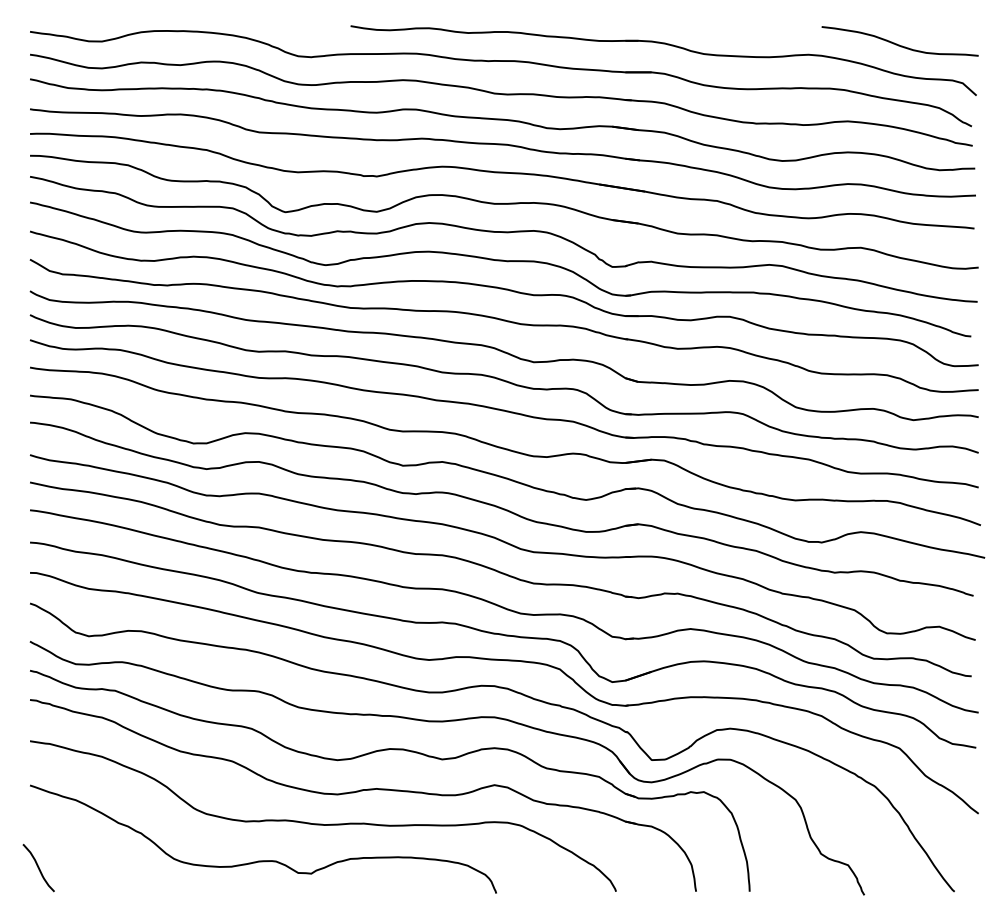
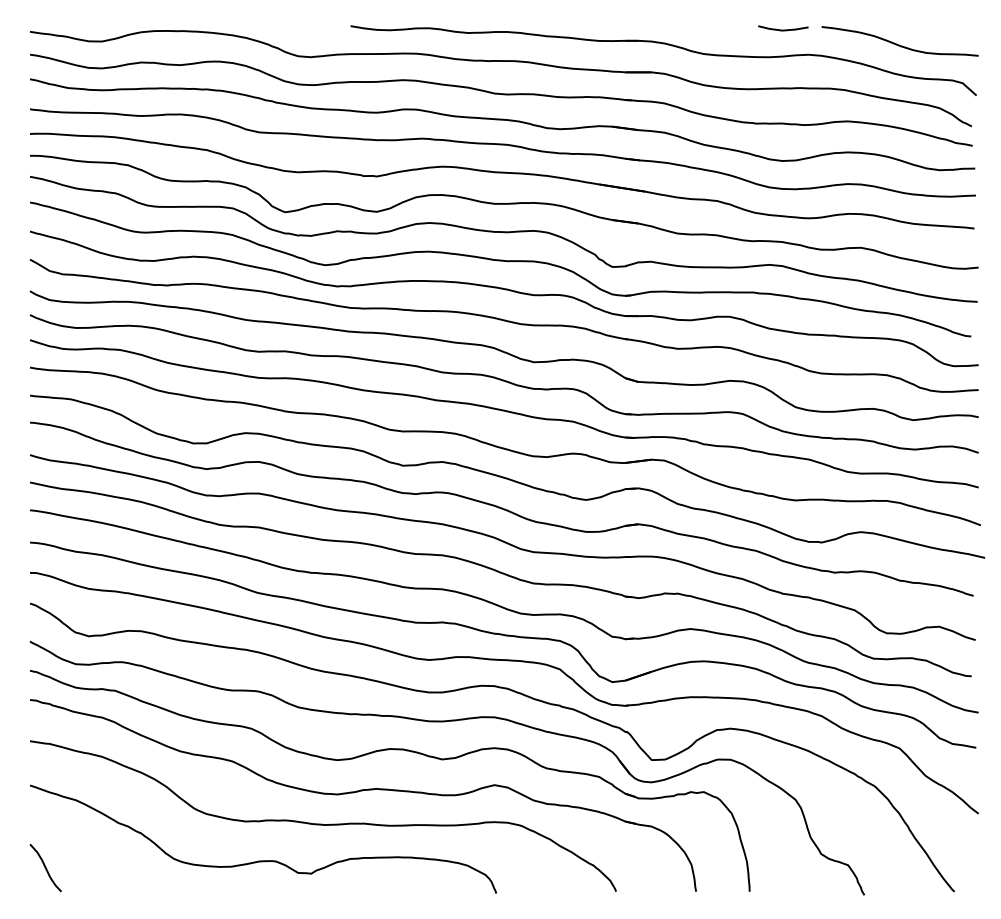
line at (783, 29): none -> present
curve at (38, 868) position: (38, 868) -> (45, 868)
